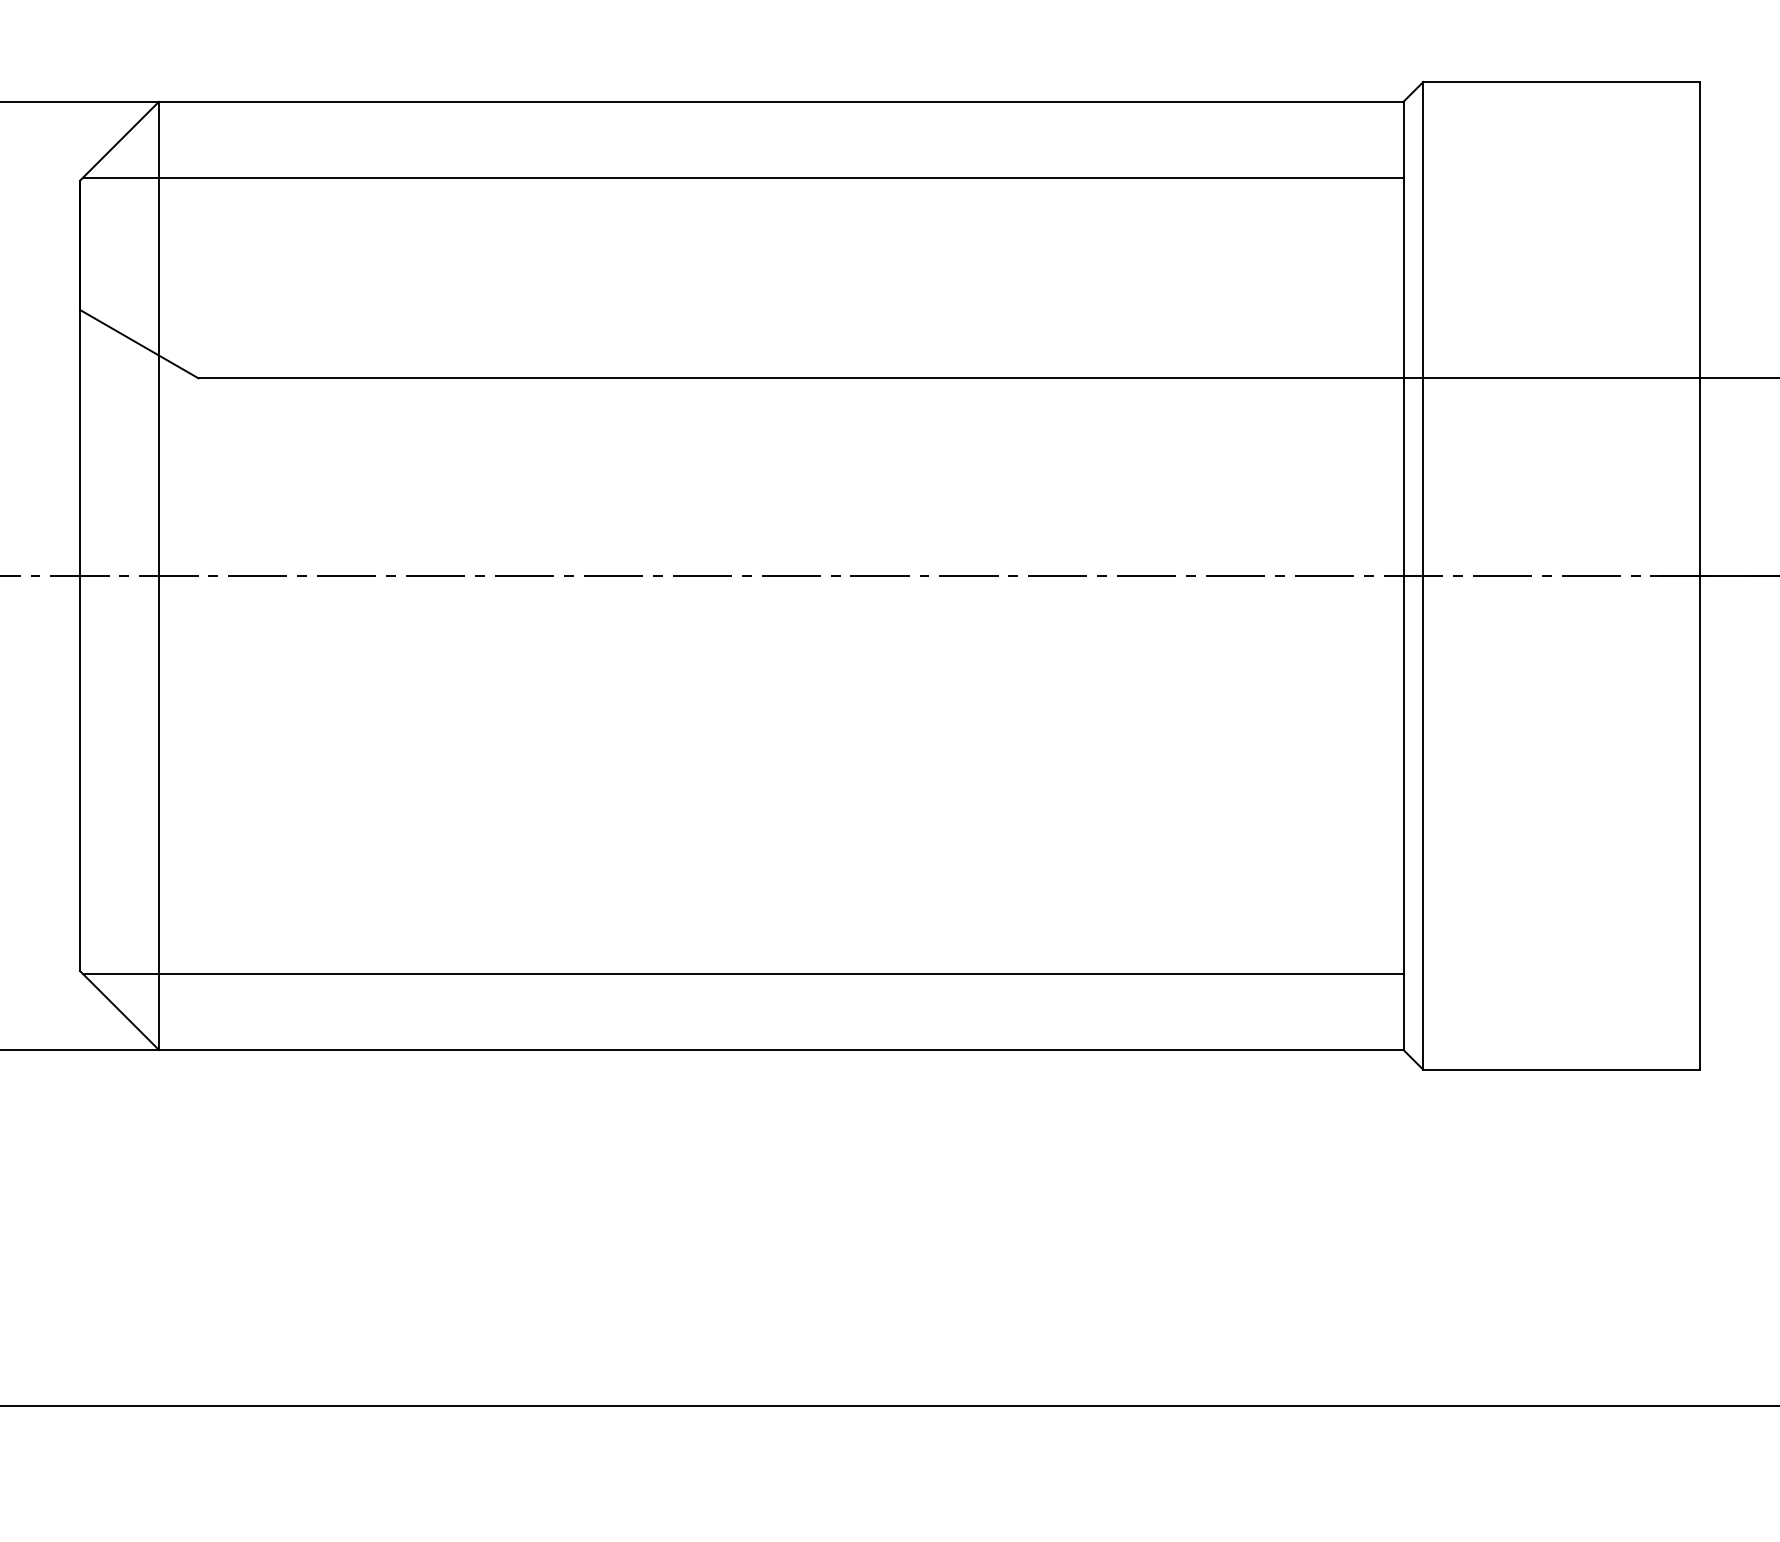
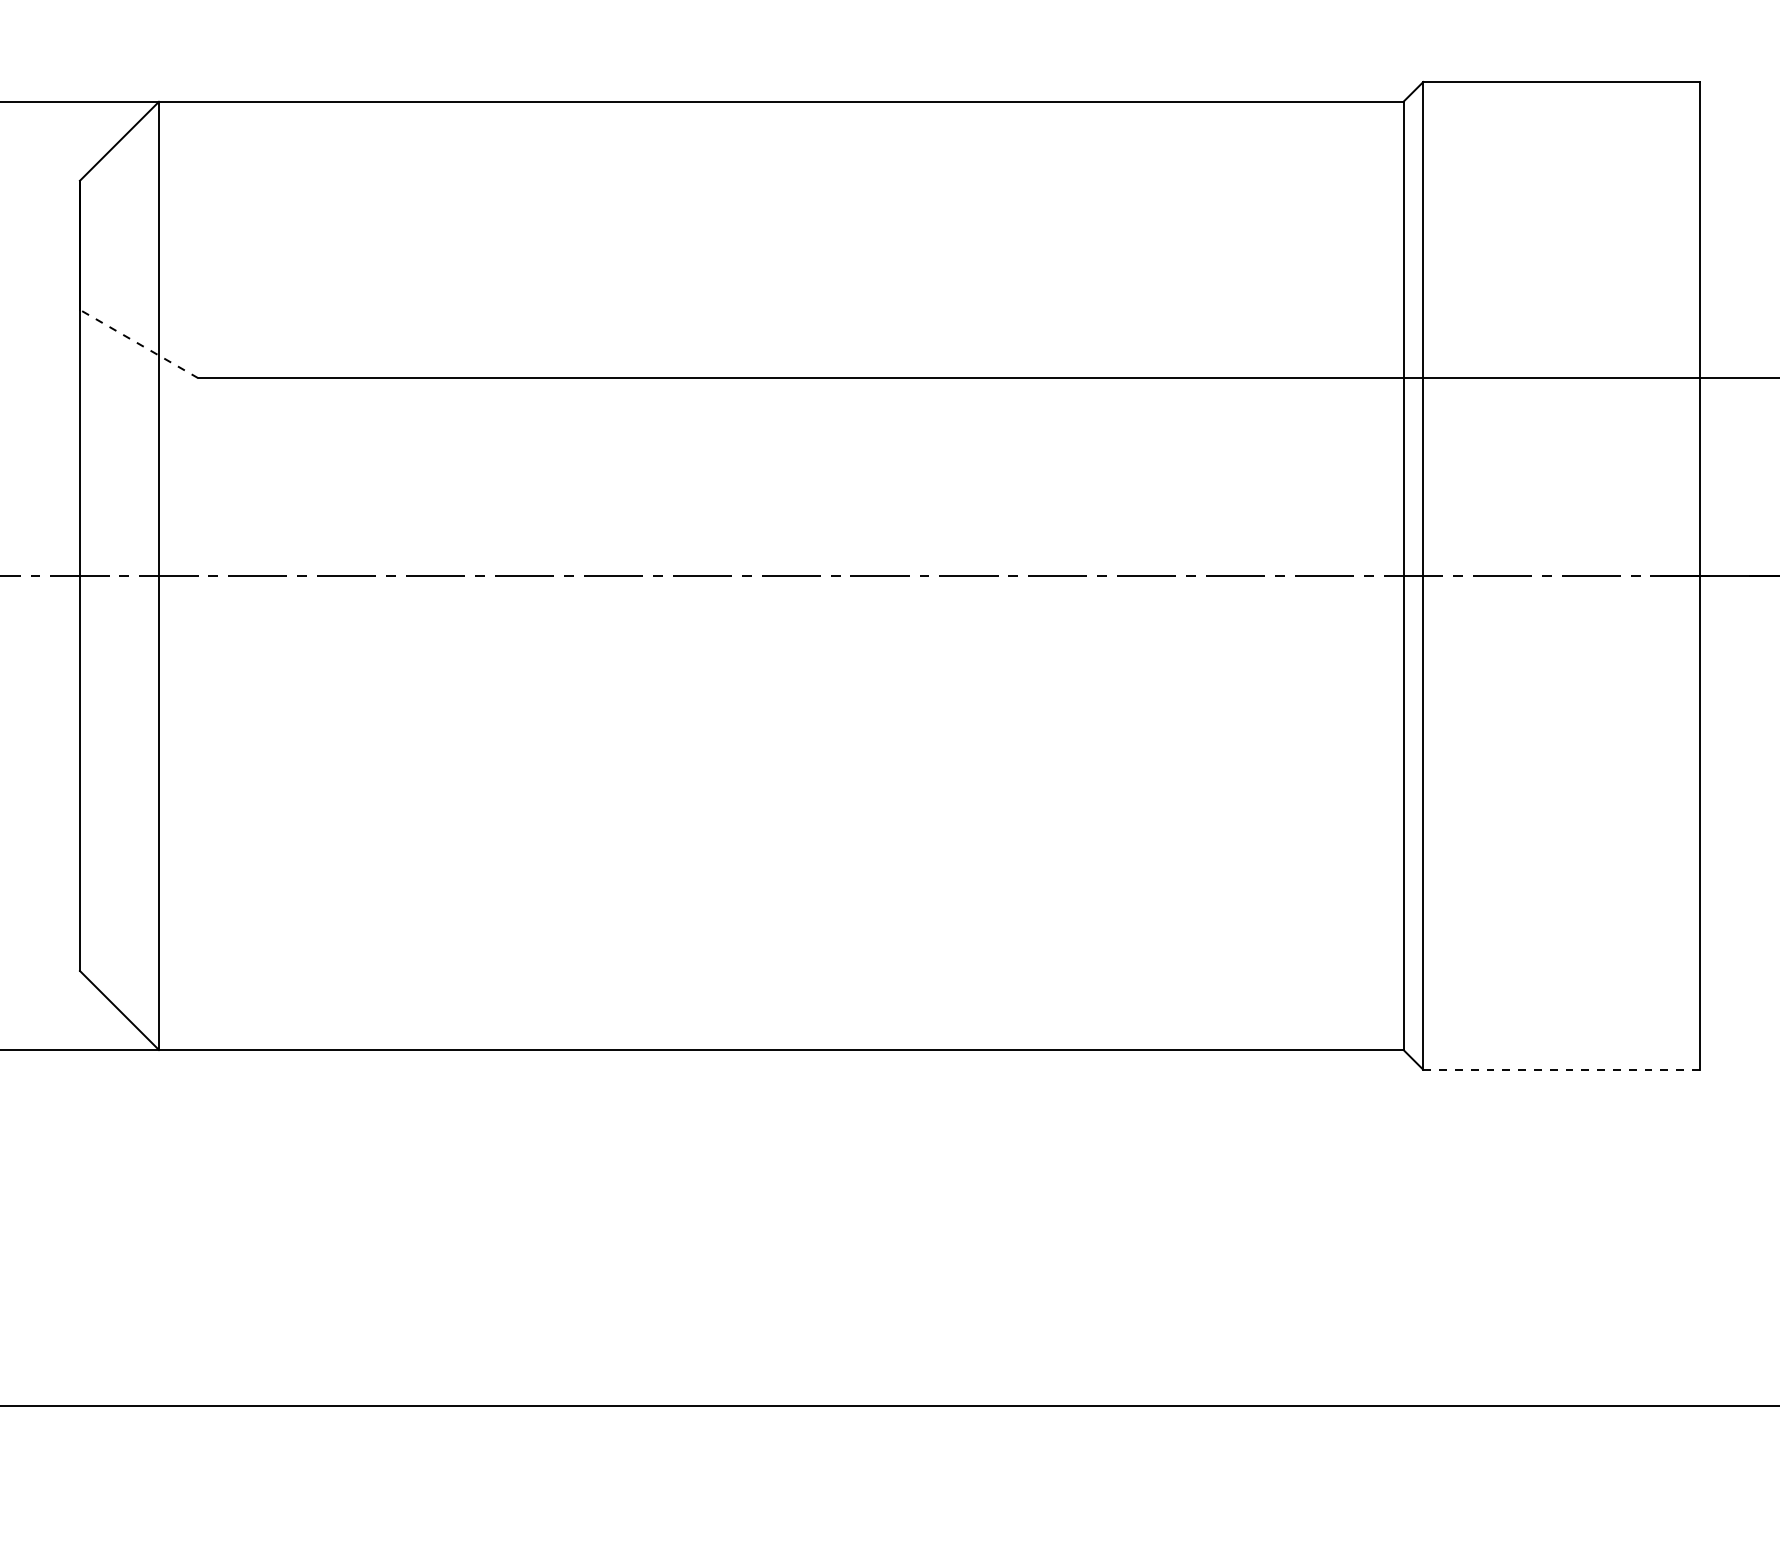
line at (742, 177): present -> none
line at (138, 343): solid -> dashed
line at (742, 973): present -> none
line at (1562, 1069): solid -> dashed
